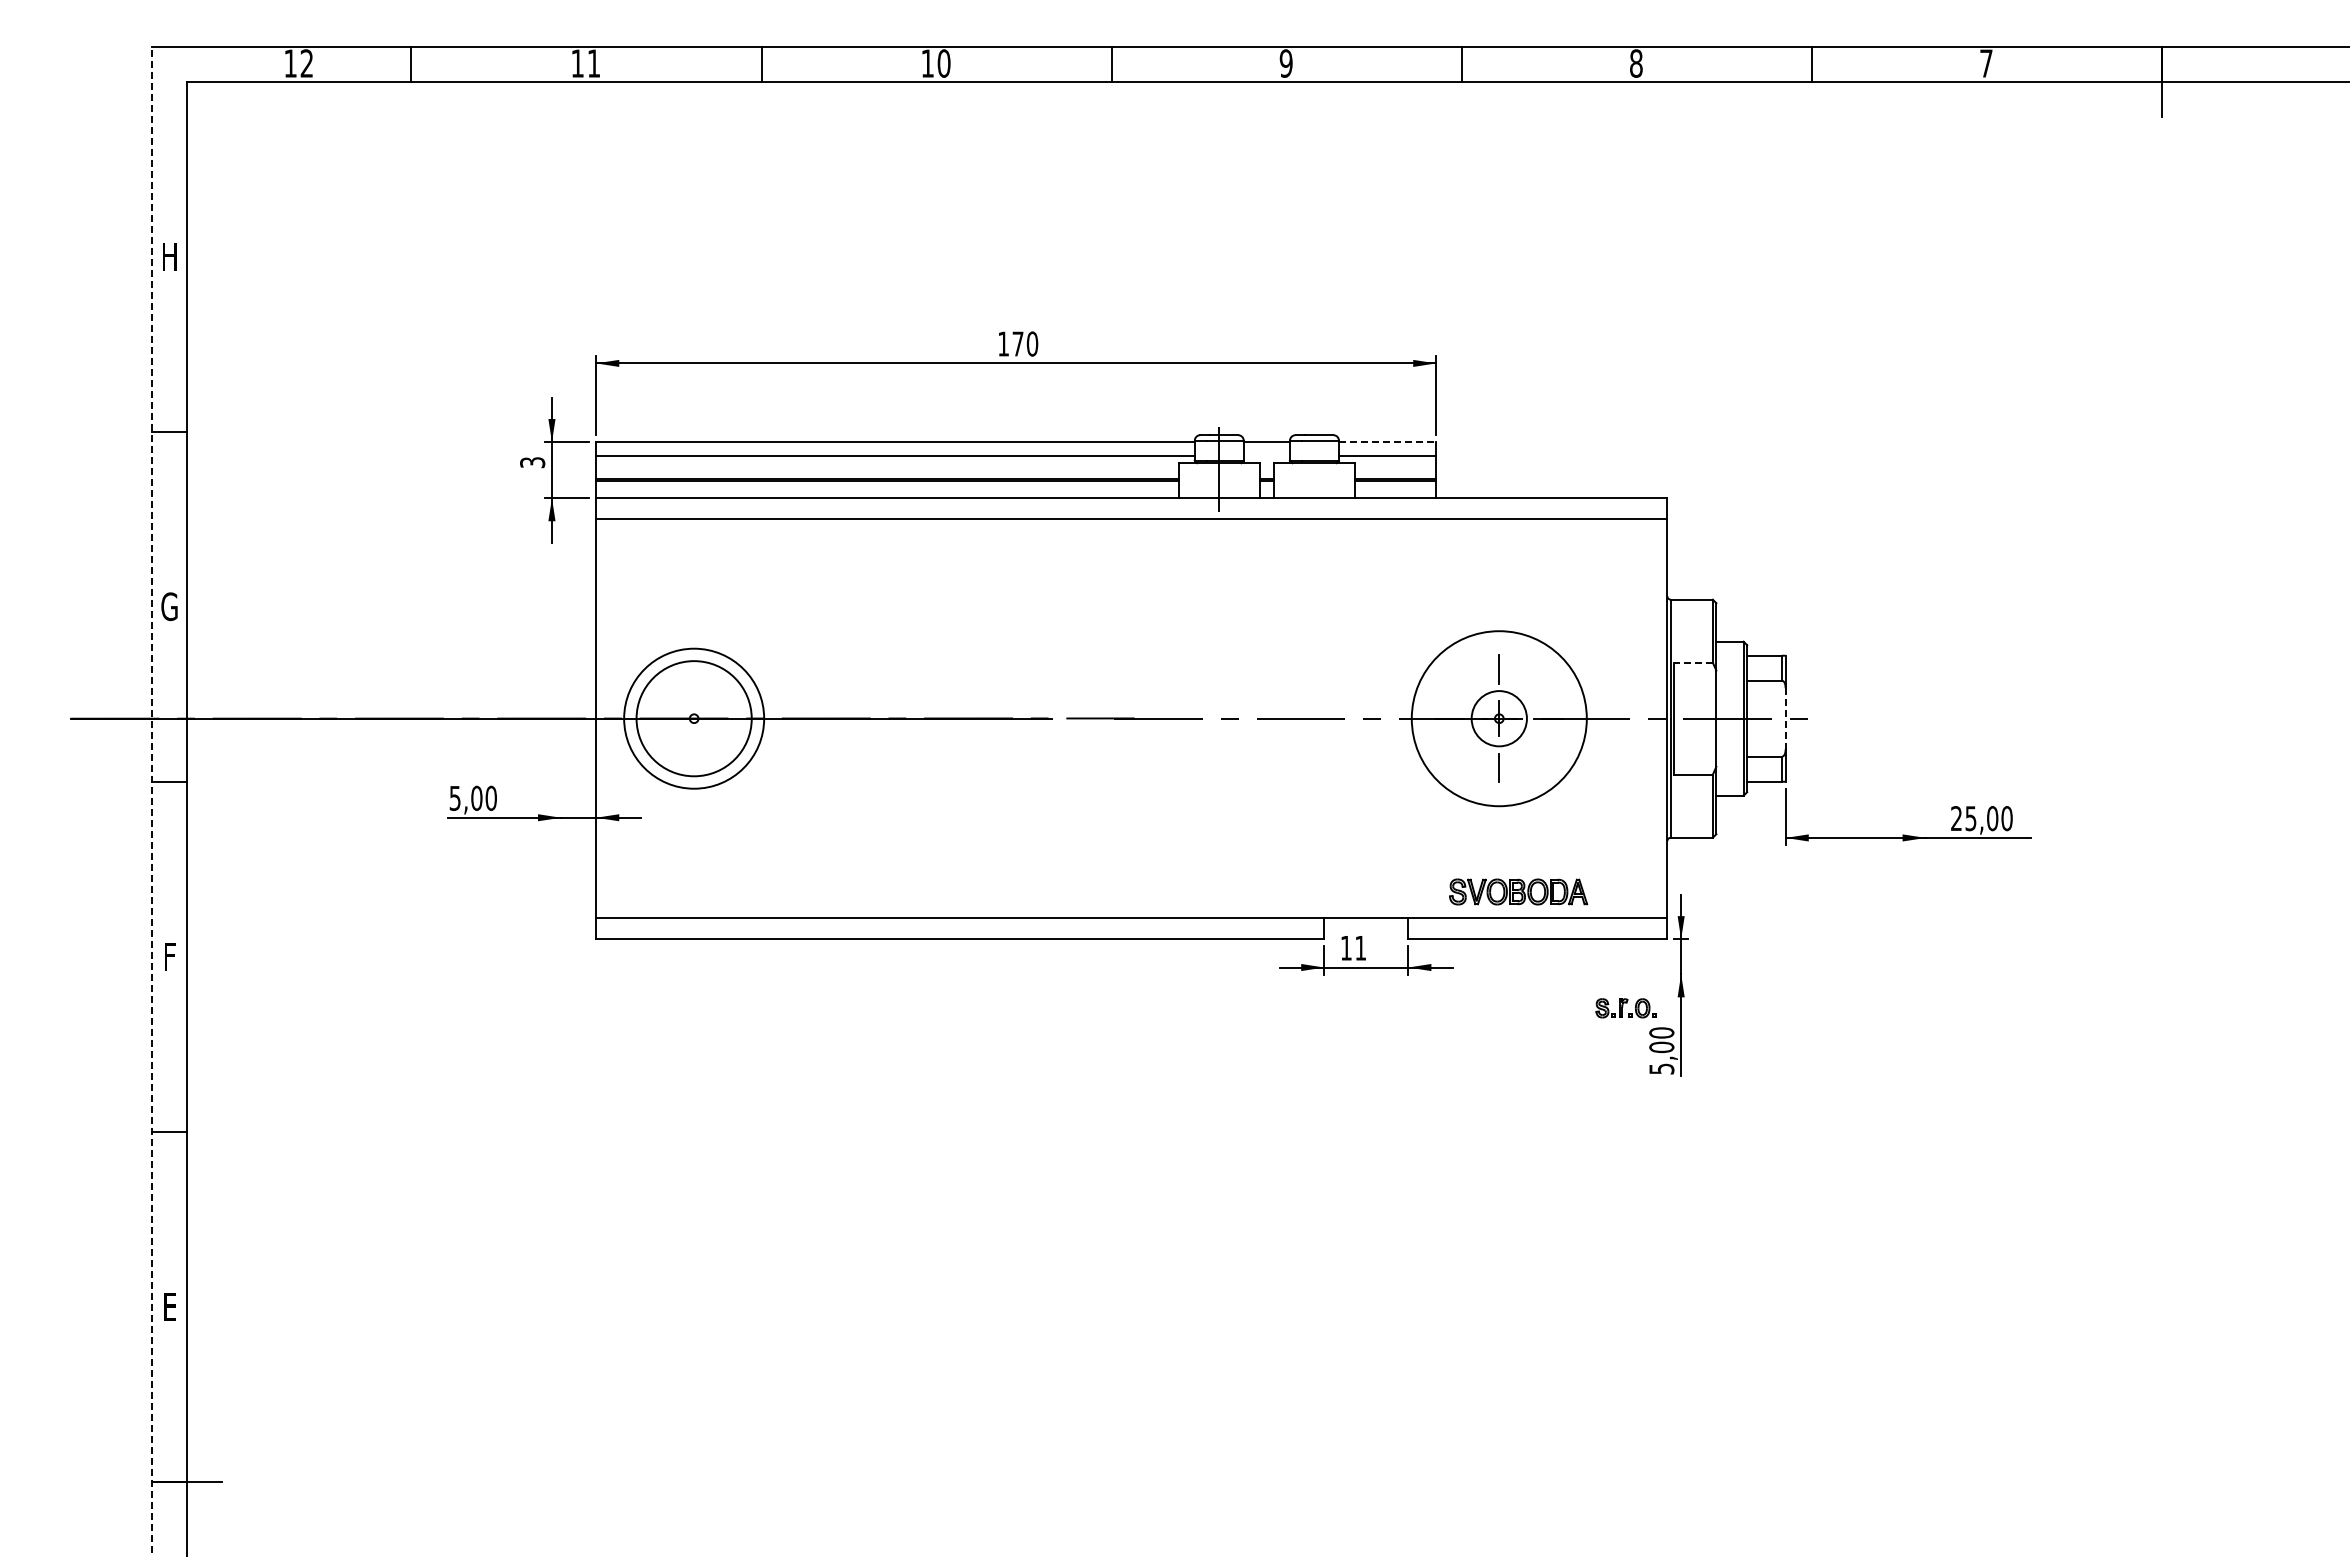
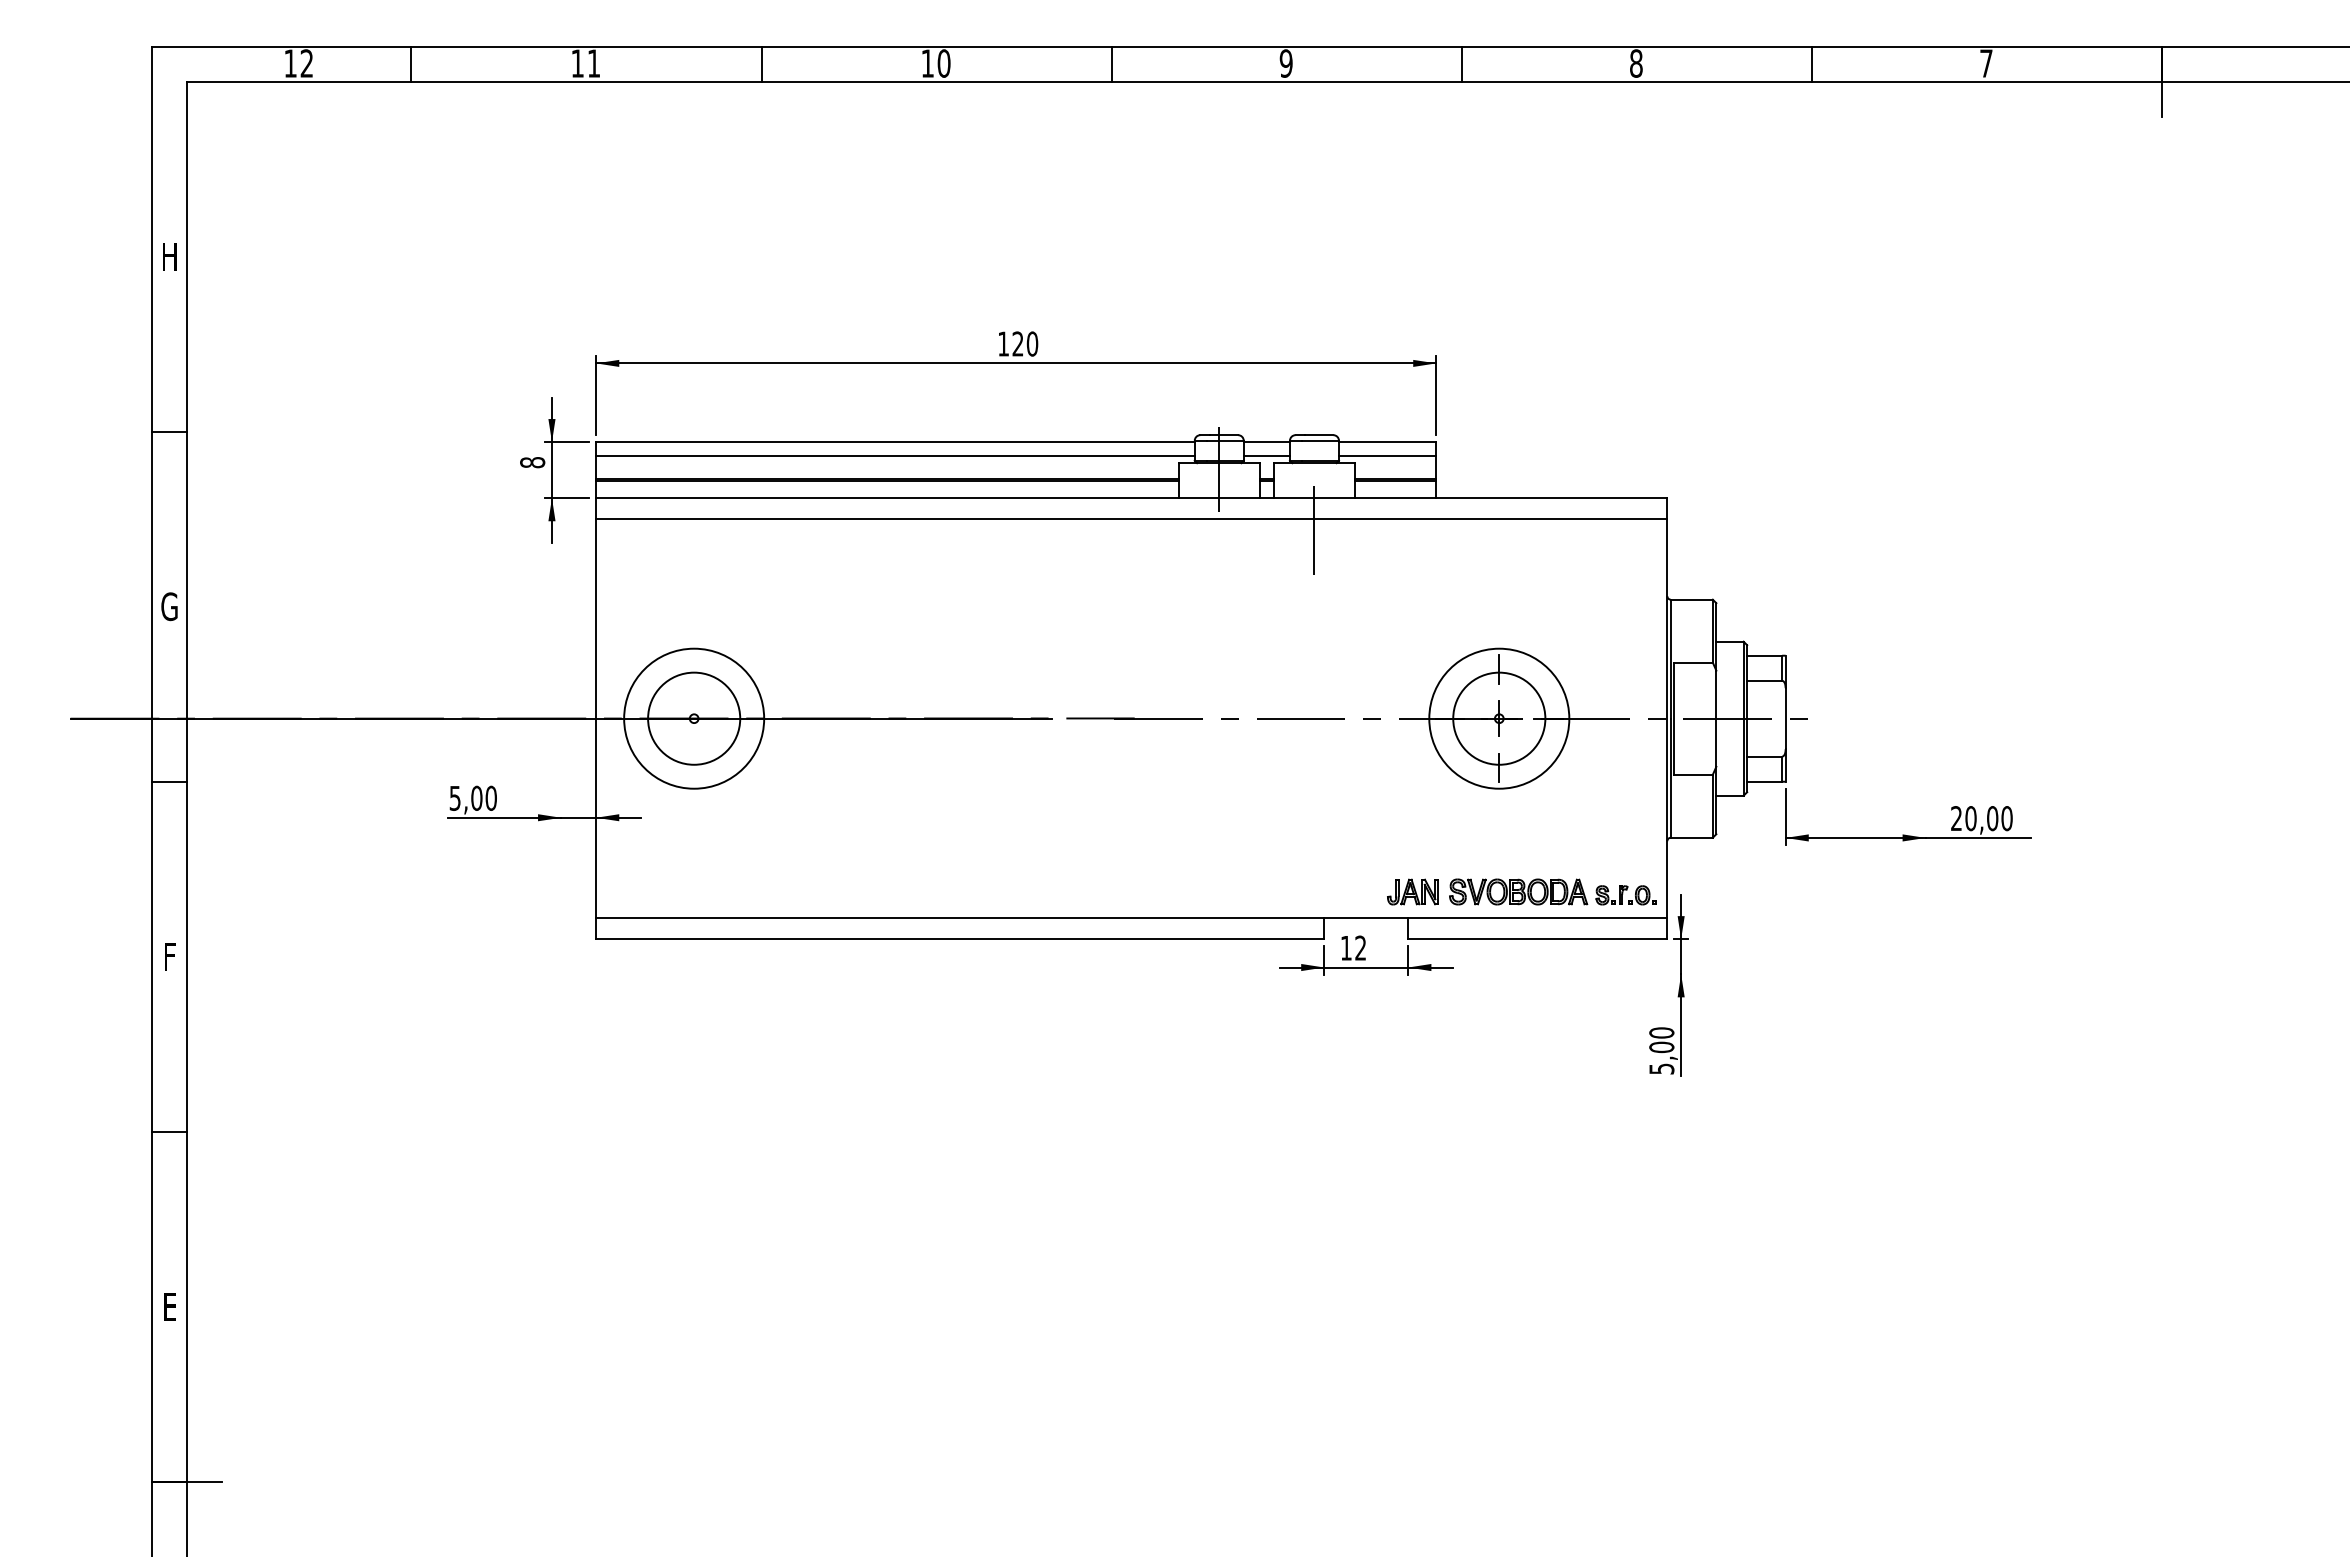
text at (1017, 343): 170 -> 120
line at (1387, 442): dashed -> solid
line at (1266, 456): none -> present
text at (532, 462): 3 -> 8
line at (1314, 530): none -> present
line at (1693, 662): dashed -> solid
circle at (693, 718) diameter: 115 px -> 92 px
circle at (1498, 718) diameter: 175 px -> 140 px
circle at (1498, 718) diameter: 55 px -> 92 px
line at (1785, 718): dashed -> solid
line at (152, 801): dashed -> solid
text at (1970, 818): 25,00 -> 20,00
part at (1412, 891): none -> present
text at (1360, 947): 11 -> 12
part at (1625, 1008) position: (1625, 1008) -> (1625, 895)
